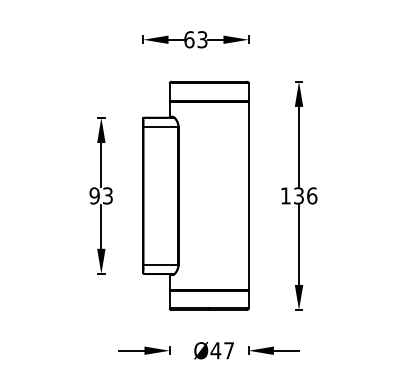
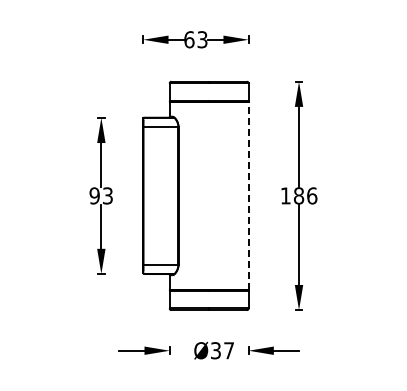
line at (248, 195): solid -> dashed
text at (298, 195): 136 -> 186
text at (215, 350): Ø47 -> Ø37
